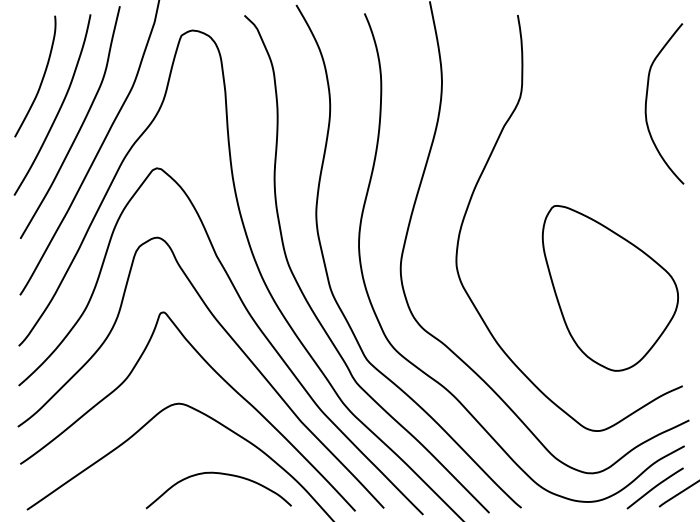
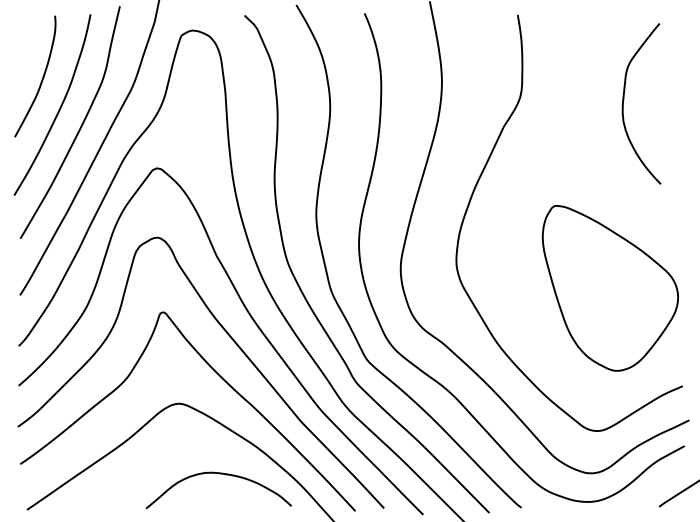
curve at (647, 100) position: (647, 100) -> (624, 100)
curve at (654, 488): present -> none
